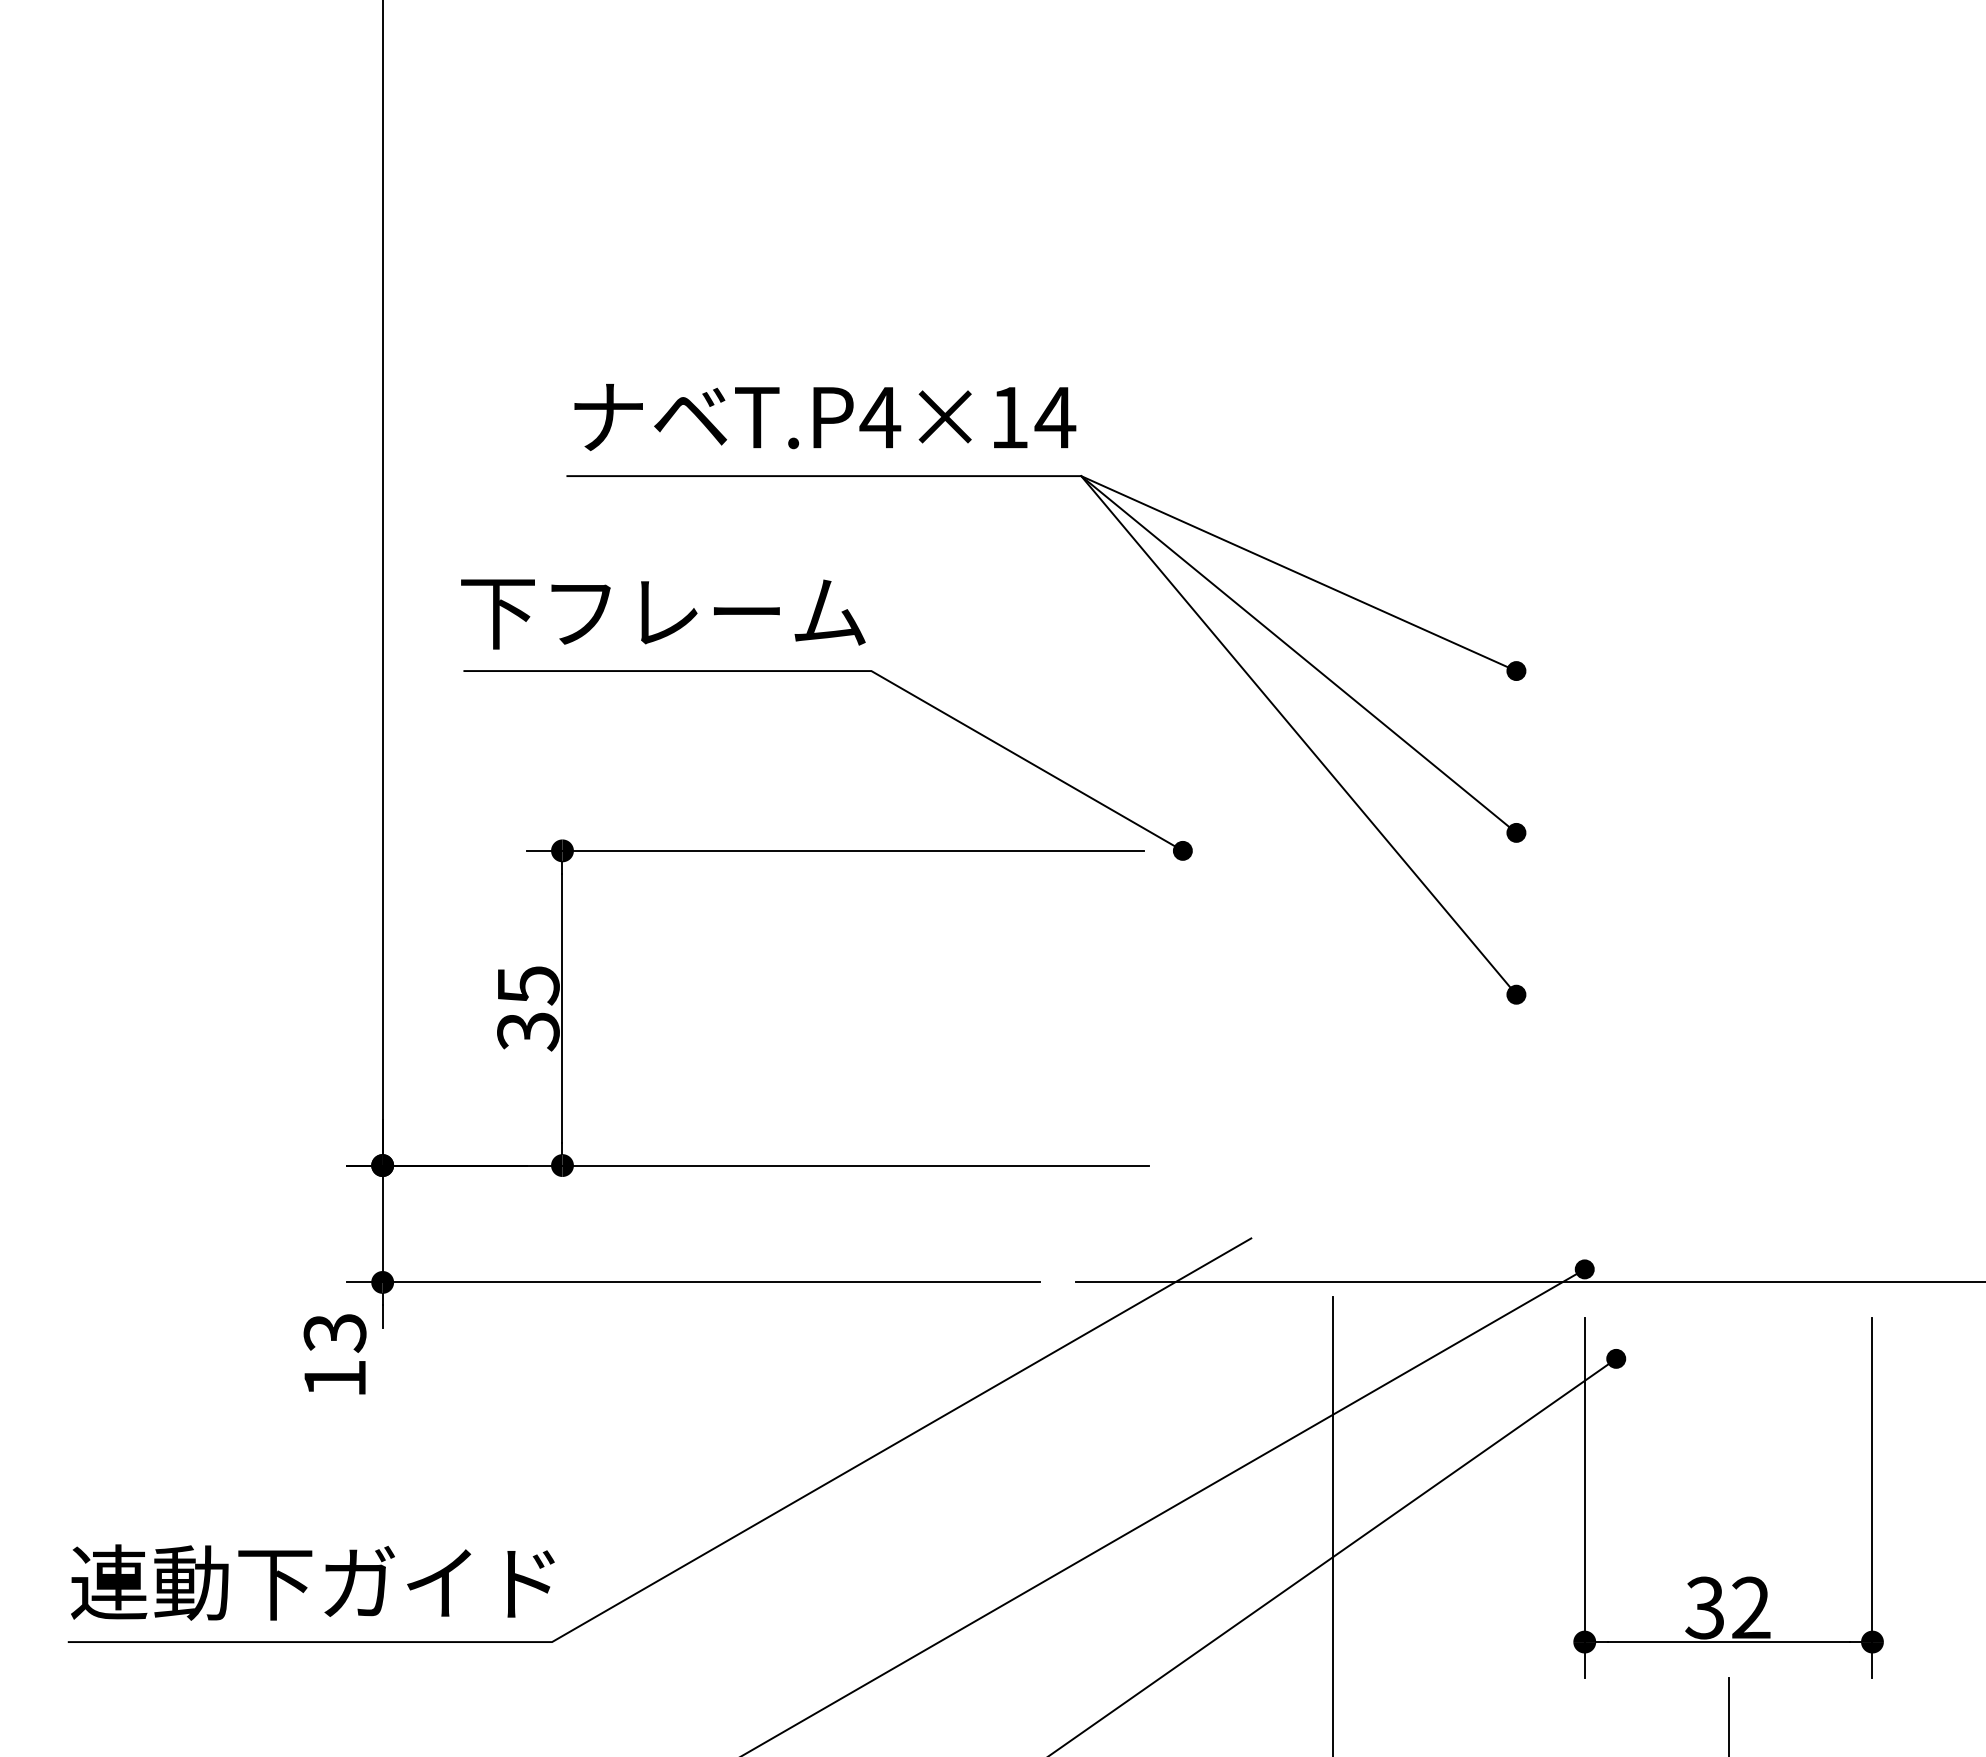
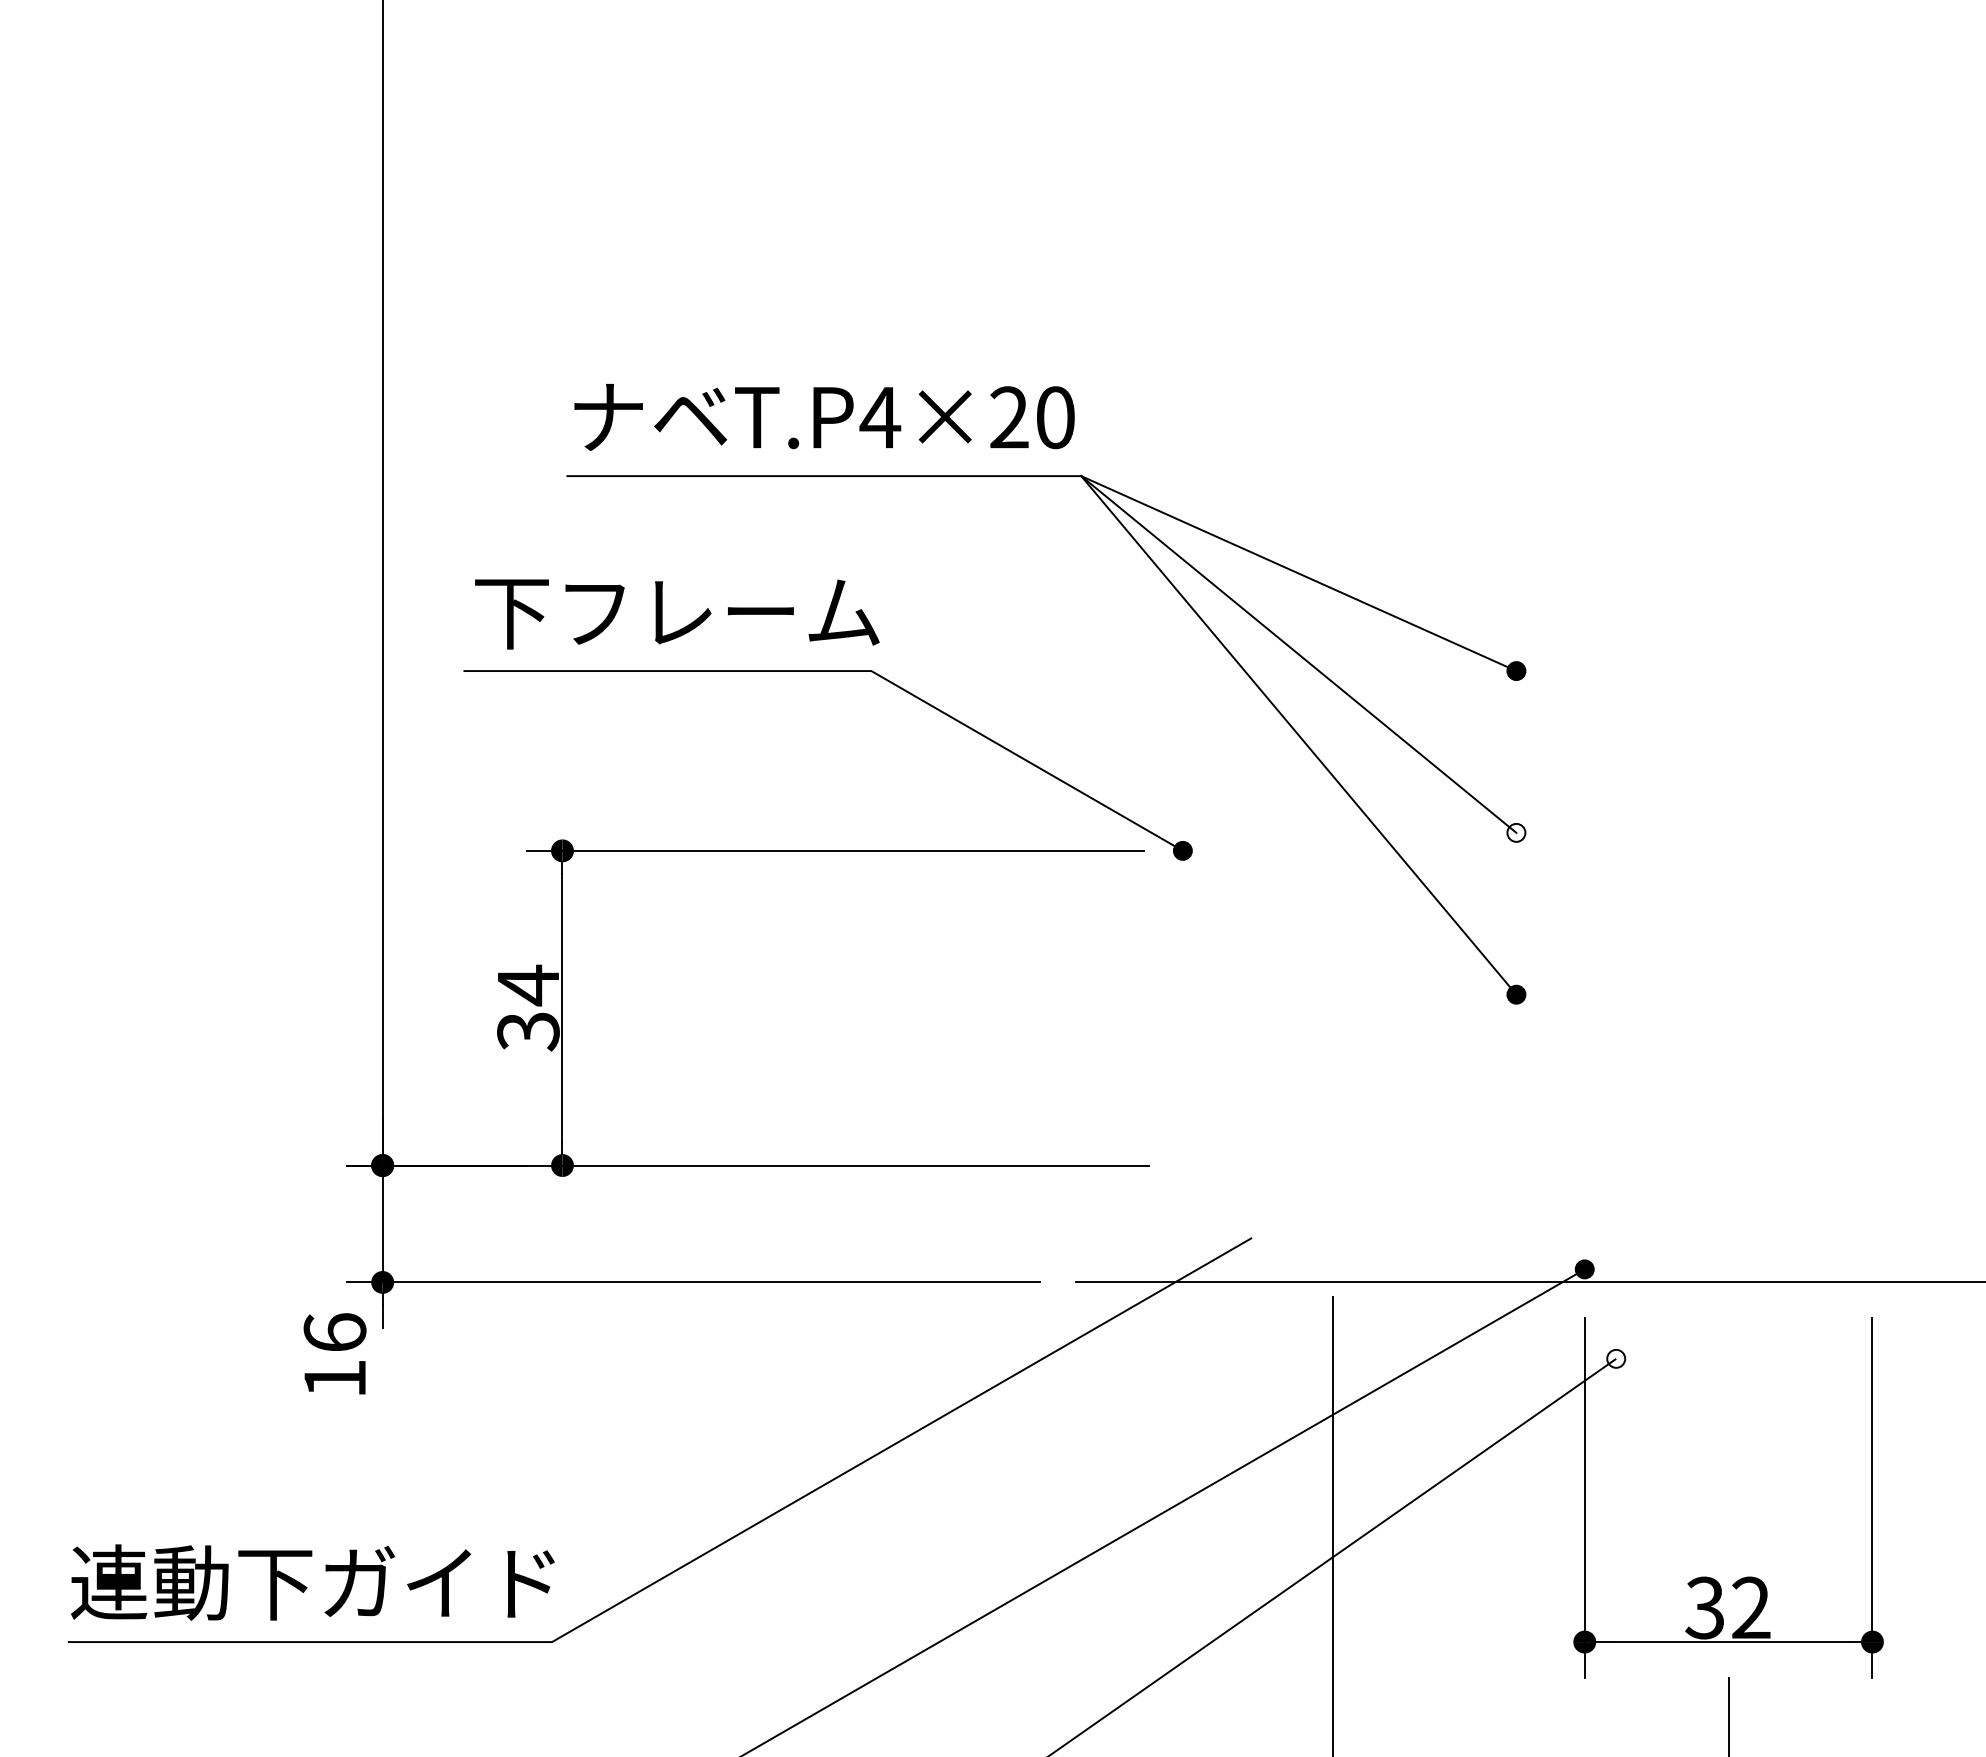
text at (1033, 417): T.P4×14 -> T.P4×20
text at (663, 614) position: (663, 614) -> (677, 614)
fill at (1516, 832): present -> none
text at (528, 985): 35 -> 34
text at (334, 1332): 13 -> 16
fill at (1616, 1358): present -> none
